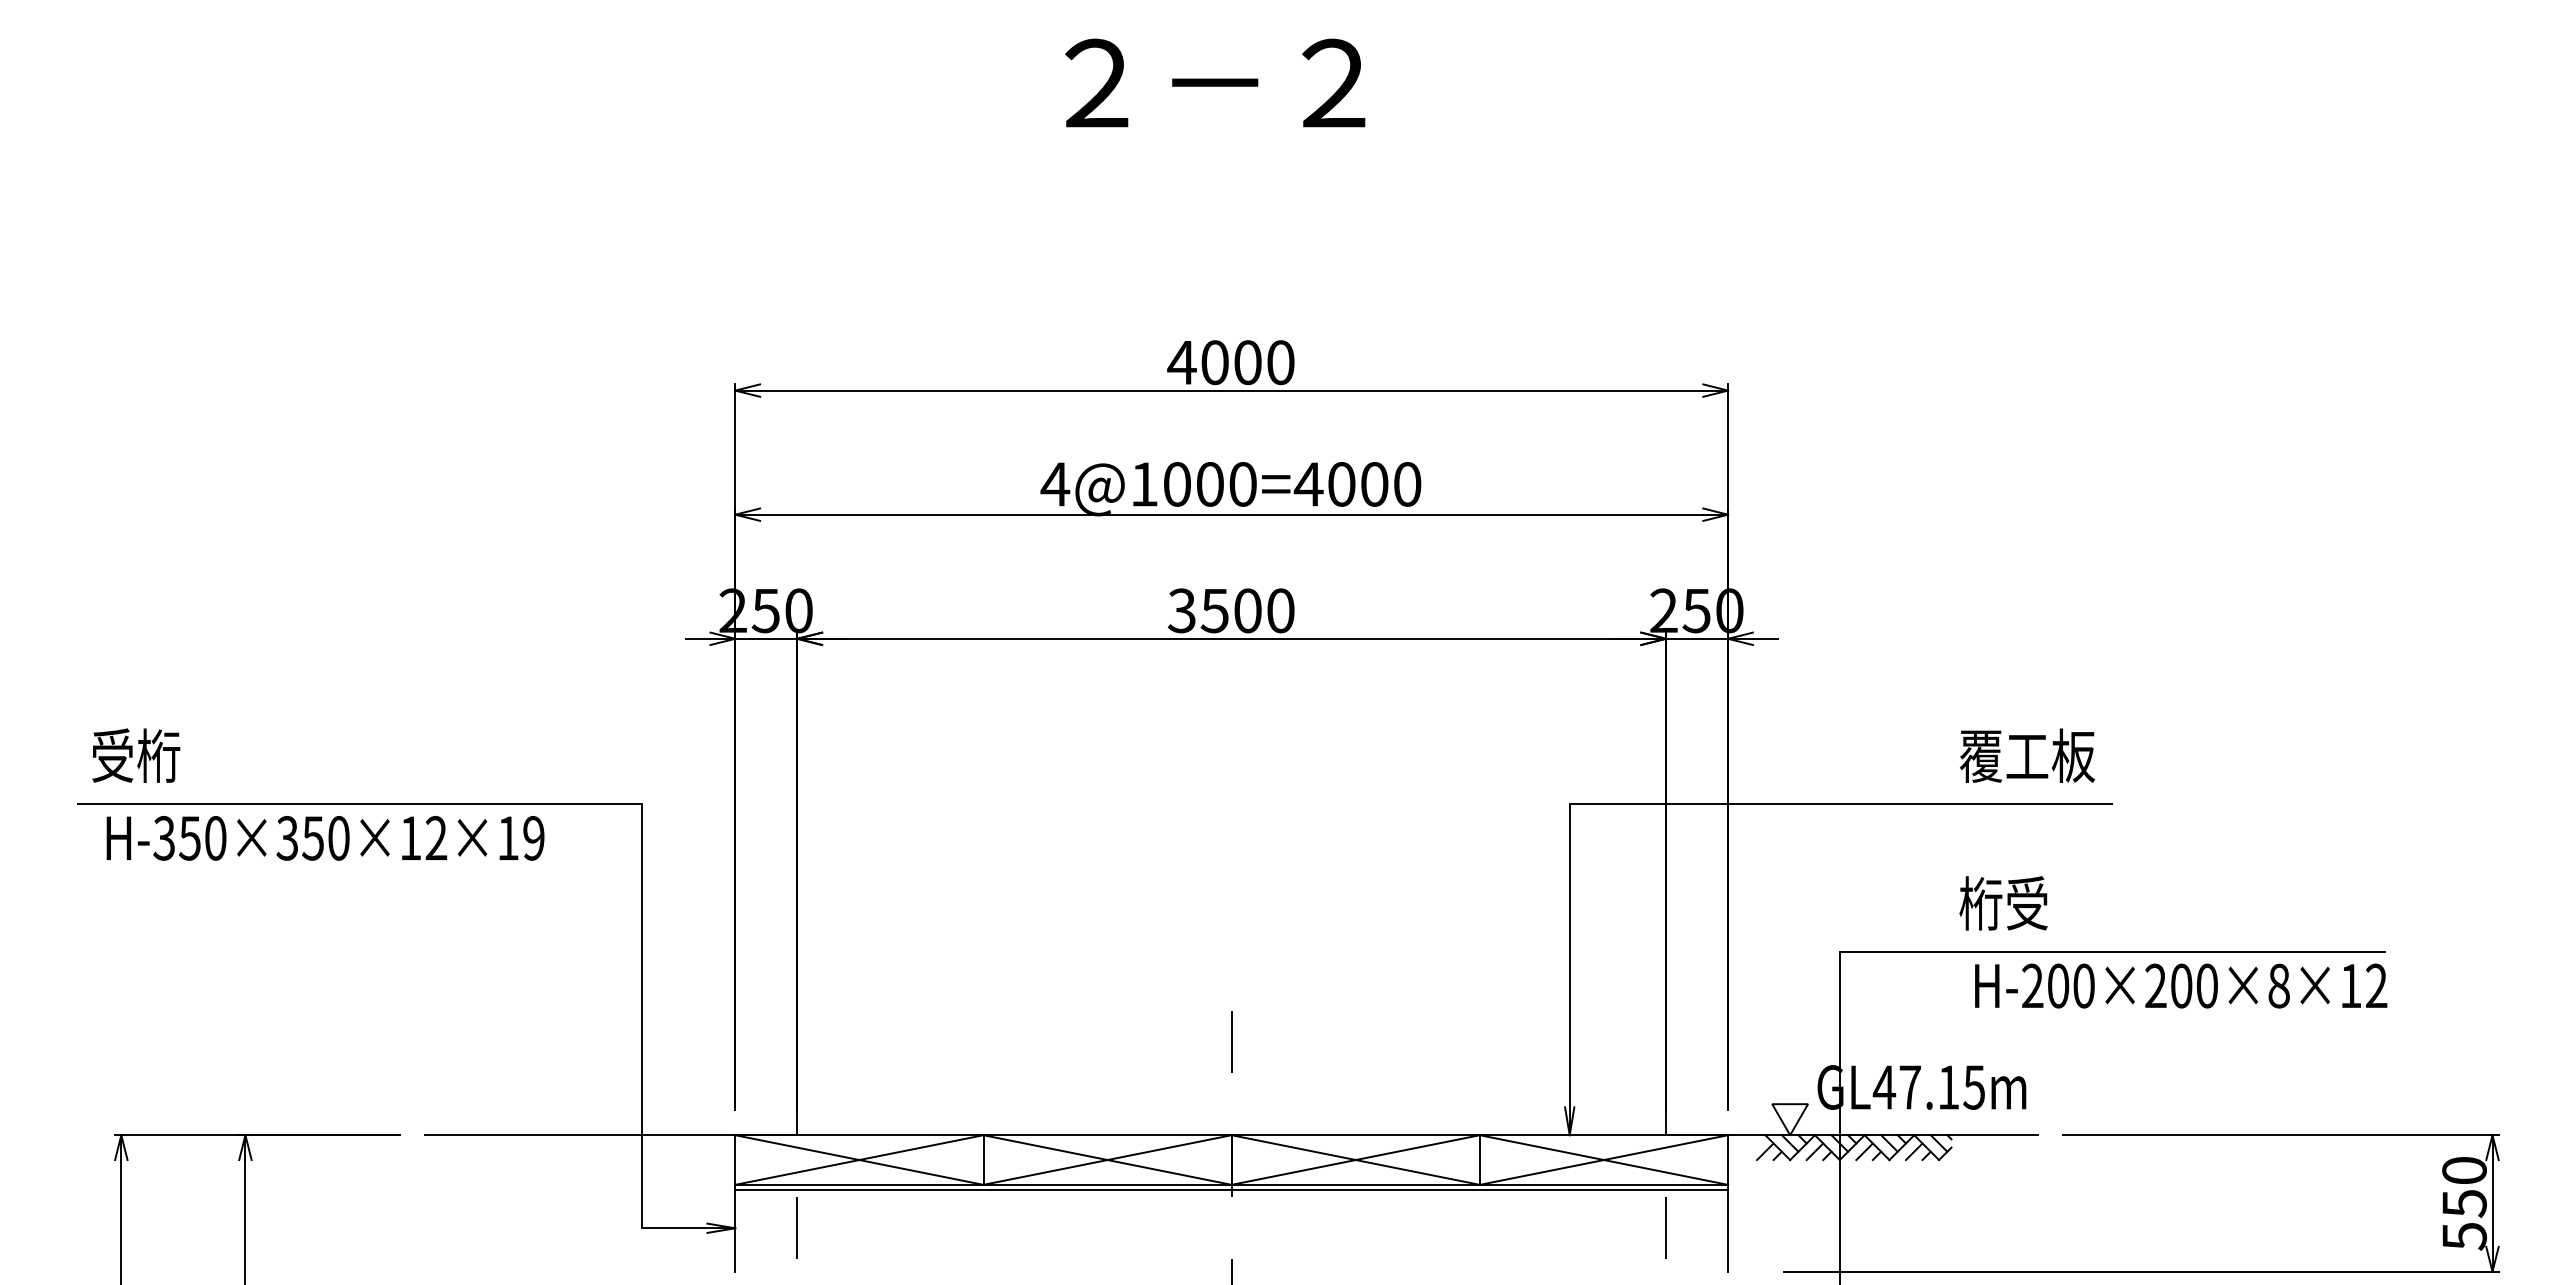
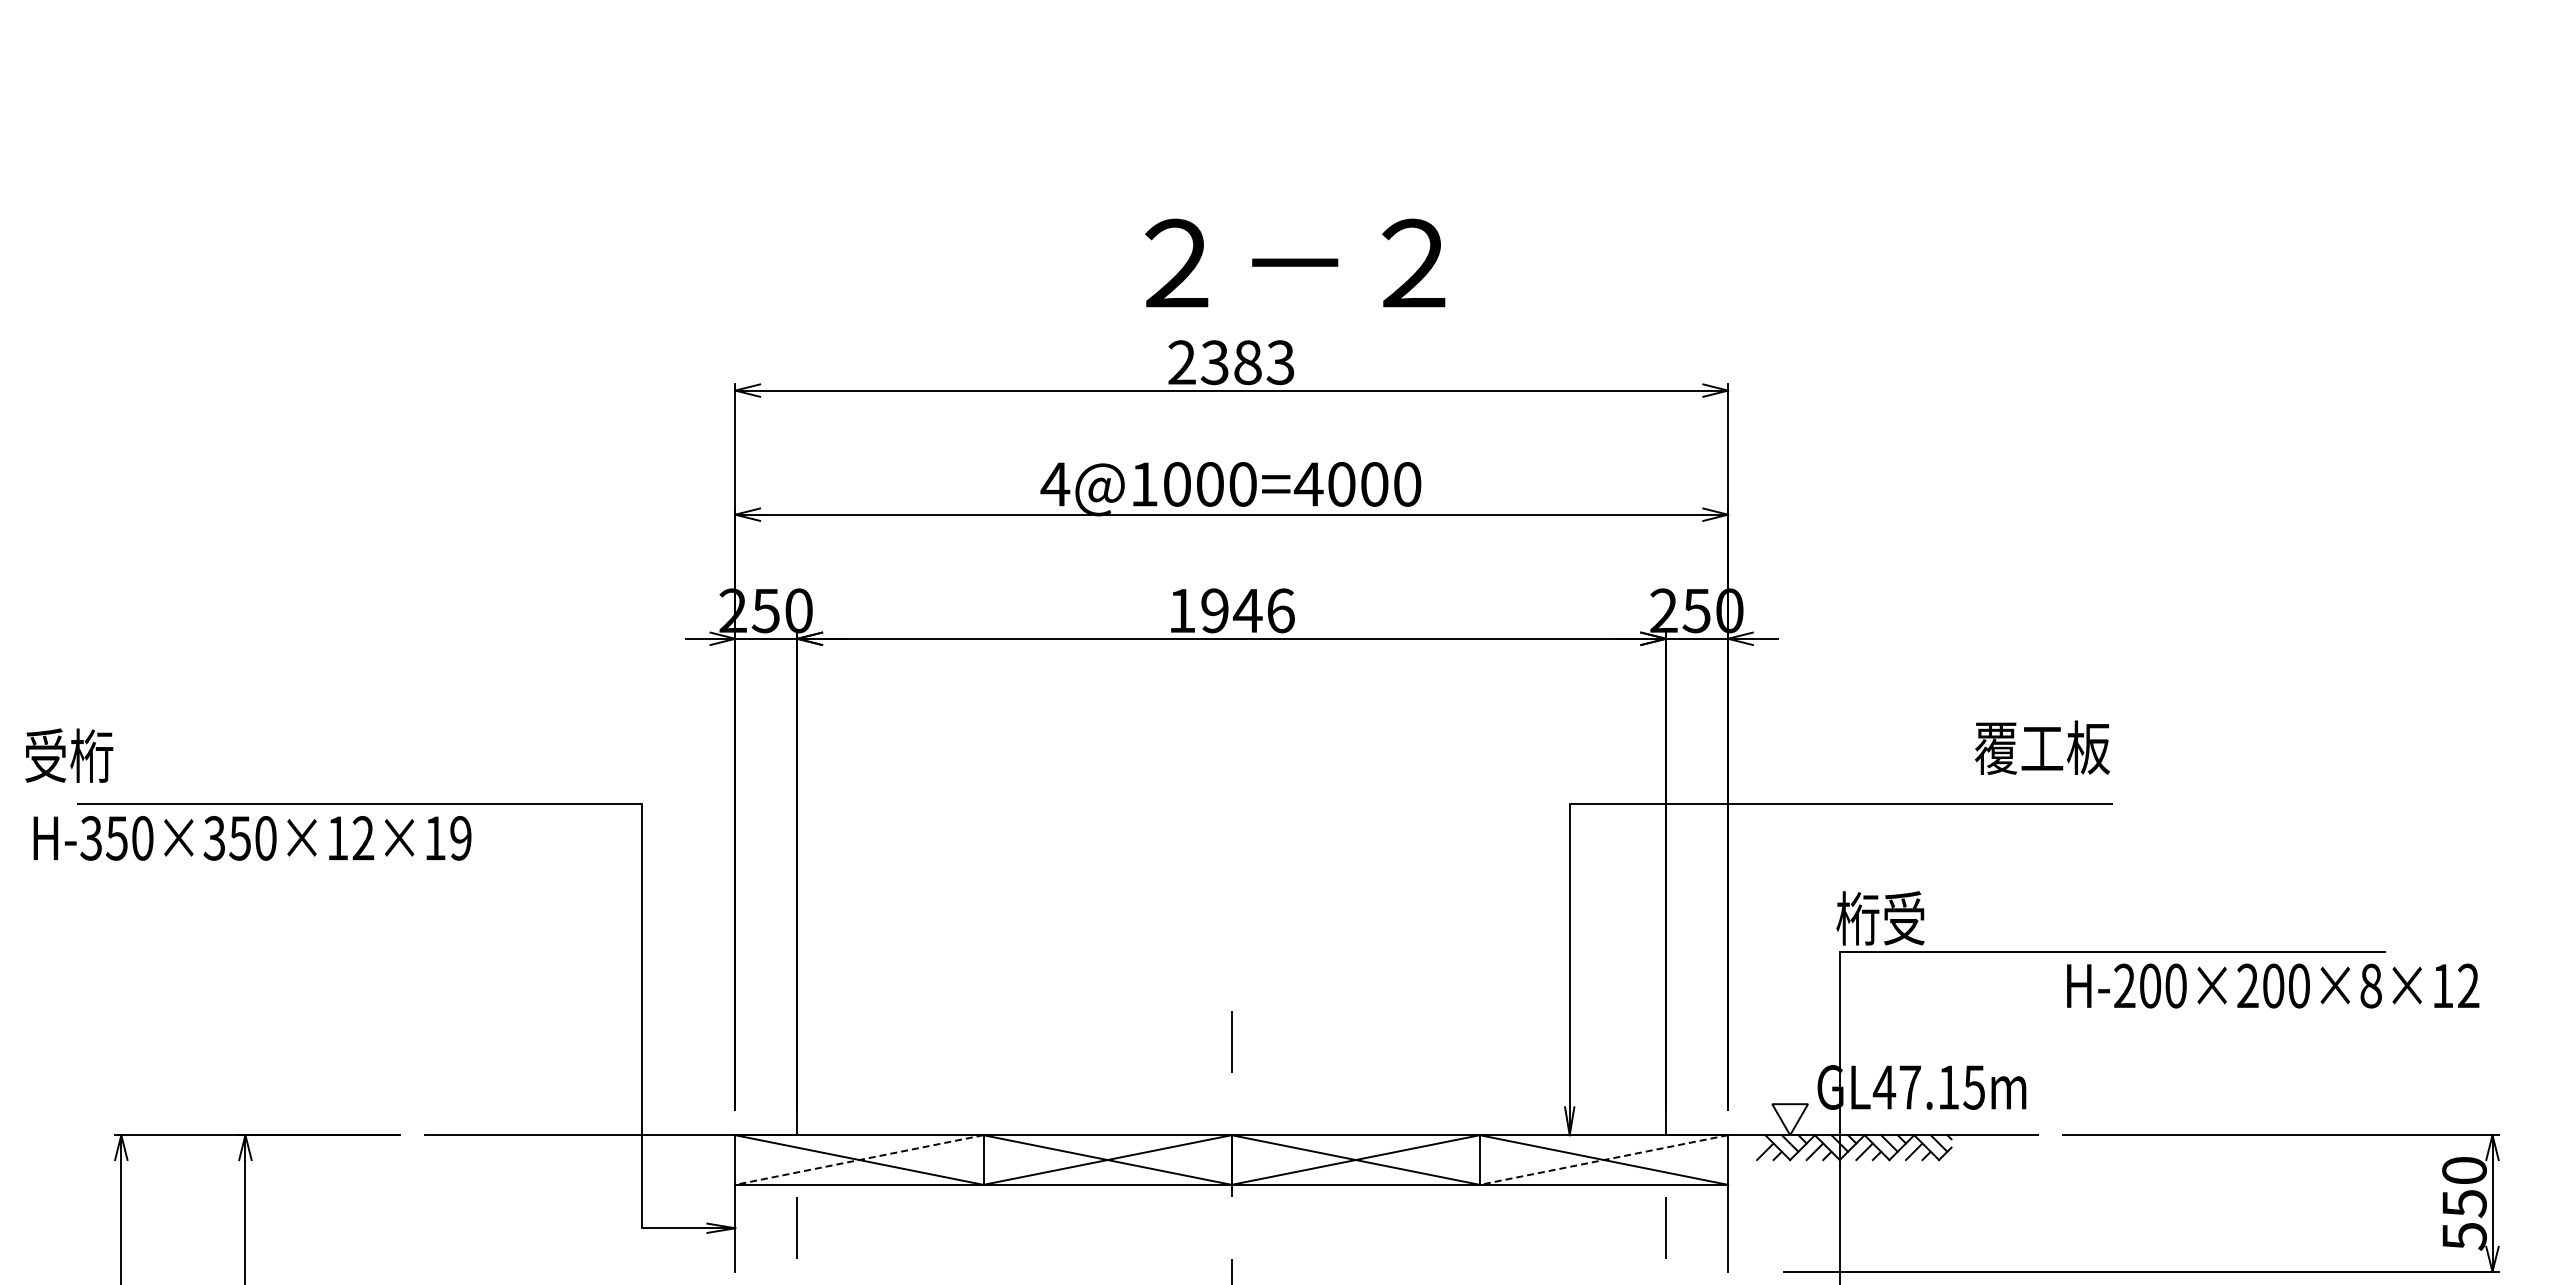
text at (1215, 82) position: (1215, 82) -> (1295, 262)
text at (1230, 362): 4000 -> 2383
text at (1230, 610): 3500 -> 1946
text at (136, 755) position: (136, 755) -> (69, 755)
text at (2027, 755) position: (2027, 755) -> (2042, 747)
text at (325, 838) position: (325, 838) -> (252, 838)
text at (2003, 903) position: (2003, 903) -> (1880, 918)
text at (2181, 985) position: (2181, 985) -> (2273, 985)
line at (859, 1160): solid -> dashed
line at (1604, 1160): solid -> dashed
line at (1231, 1189): present -> none
